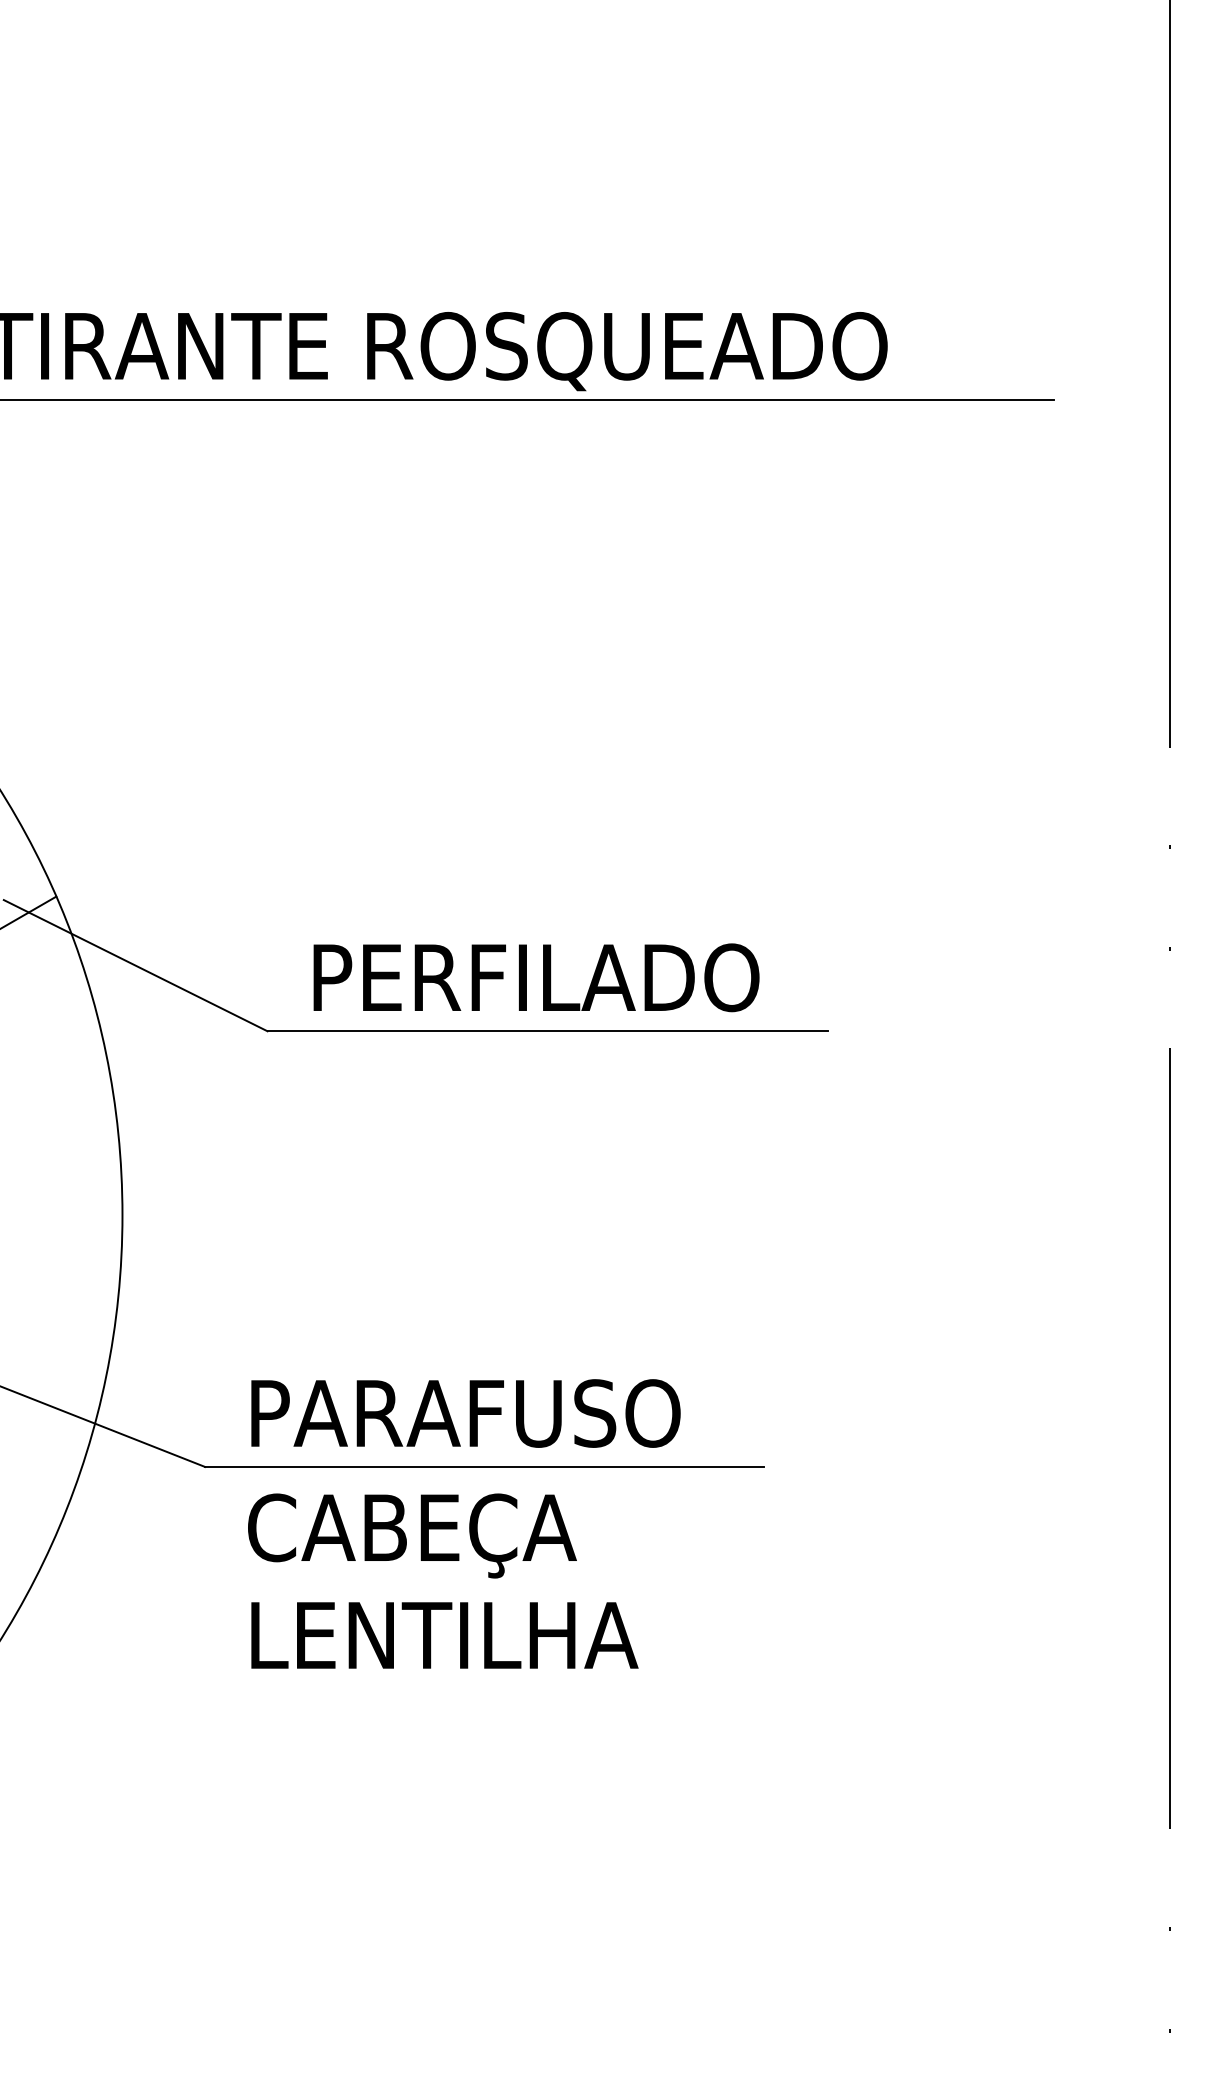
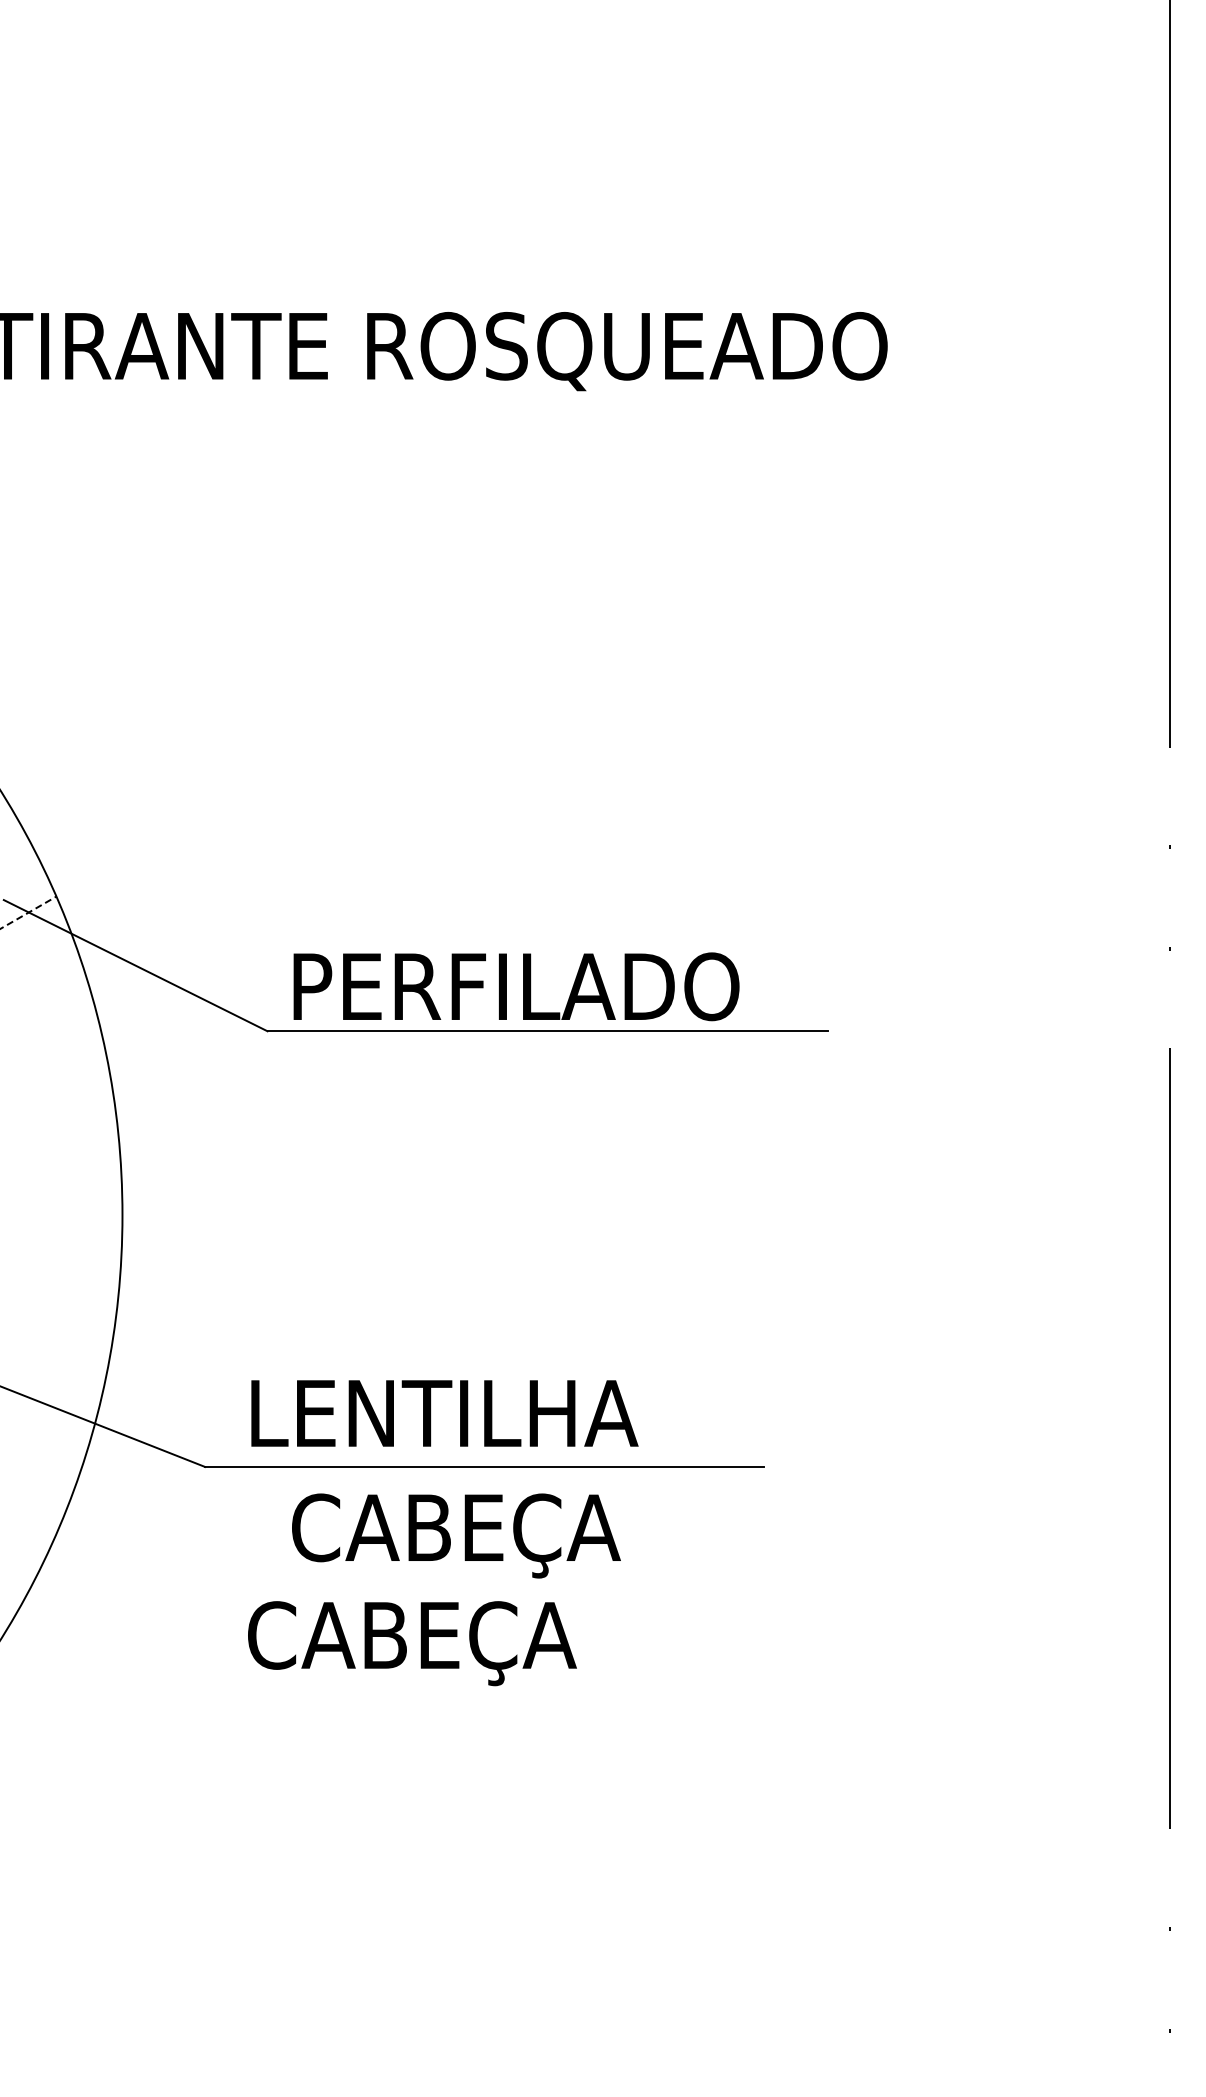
line at (528, 399): present -> none
line at (28, 912): solid -> dashed
text at (536, 977) position: (536, 977) -> (516, 986)
text at (469, 1413): PARAFUSO -> LENTILHA
text at (412, 1535) position: (412, 1535) -> (456, 1535)
text at (443, 1643): LENTILHA -> CABEÇA
